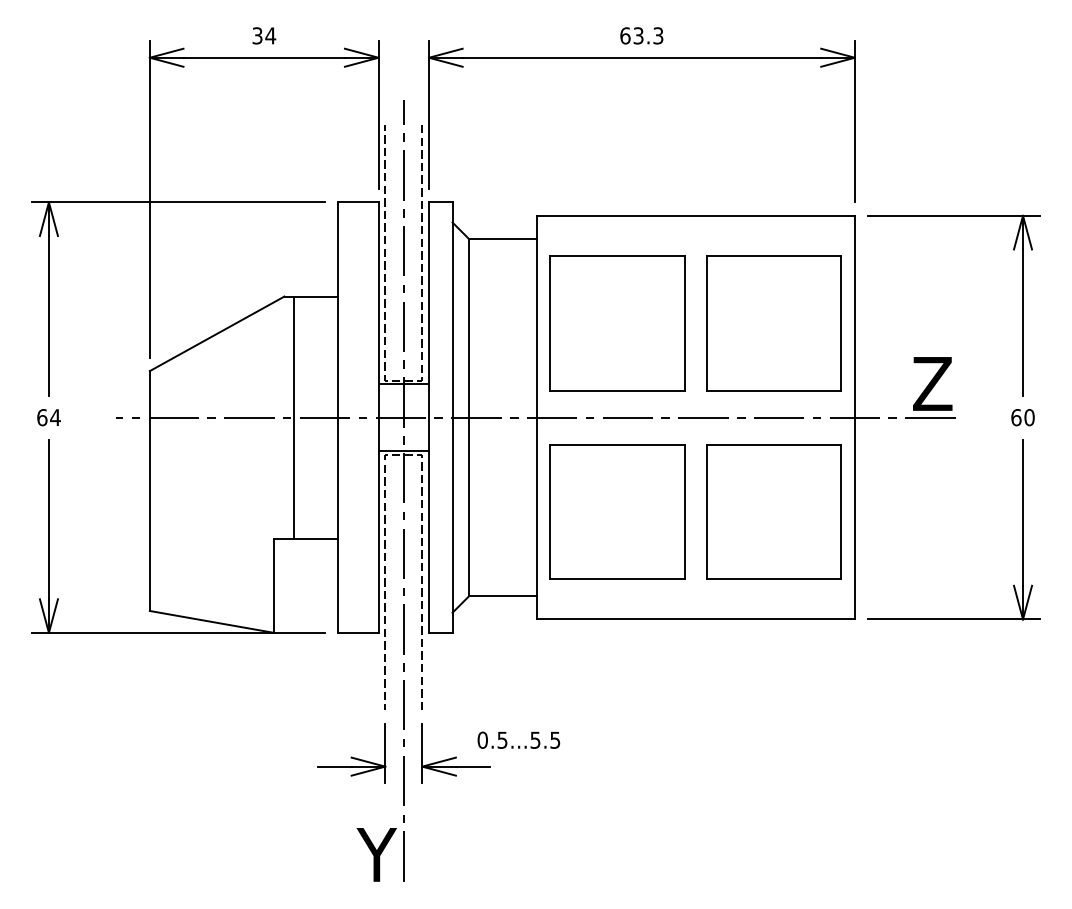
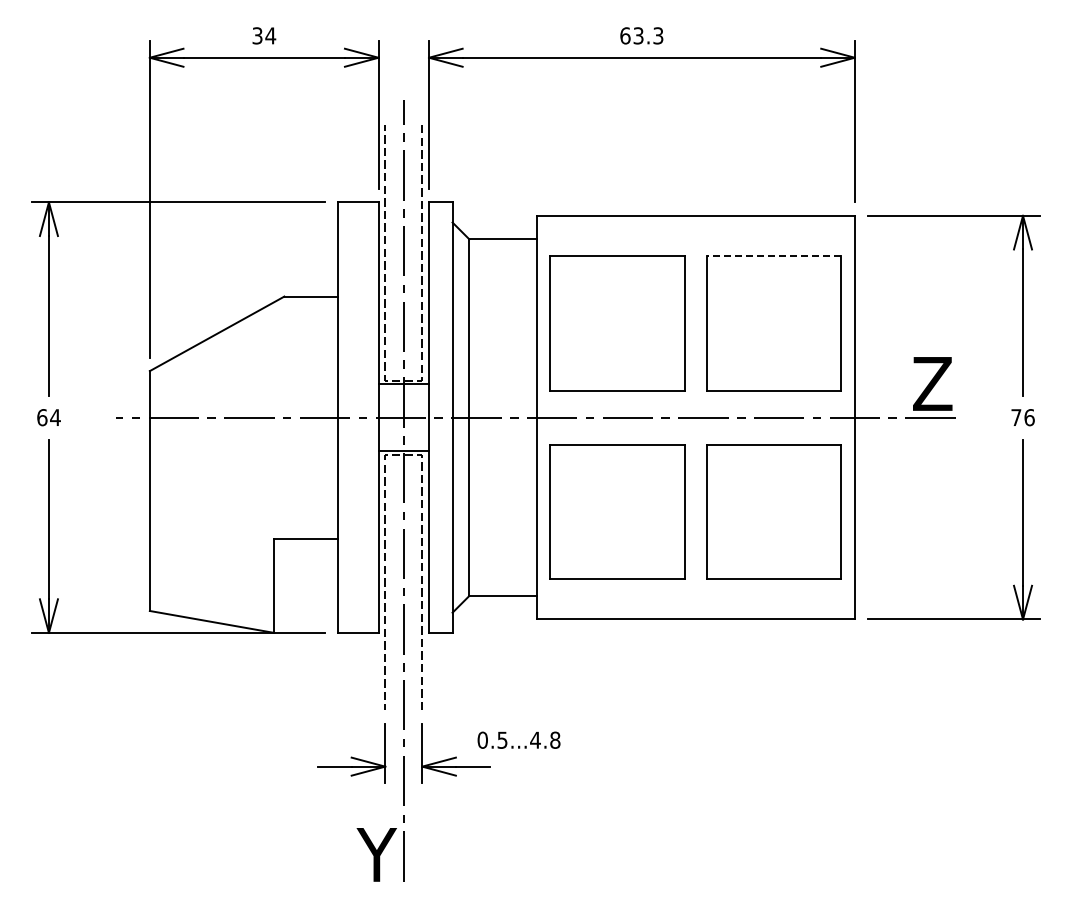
line at (773, 256): solid -> dashed
line at (294, 417): present -> none
text at (1022, 417): 60 -> 76
text at (545, 739): 0.5...5.5 -> 0.5...4.8
